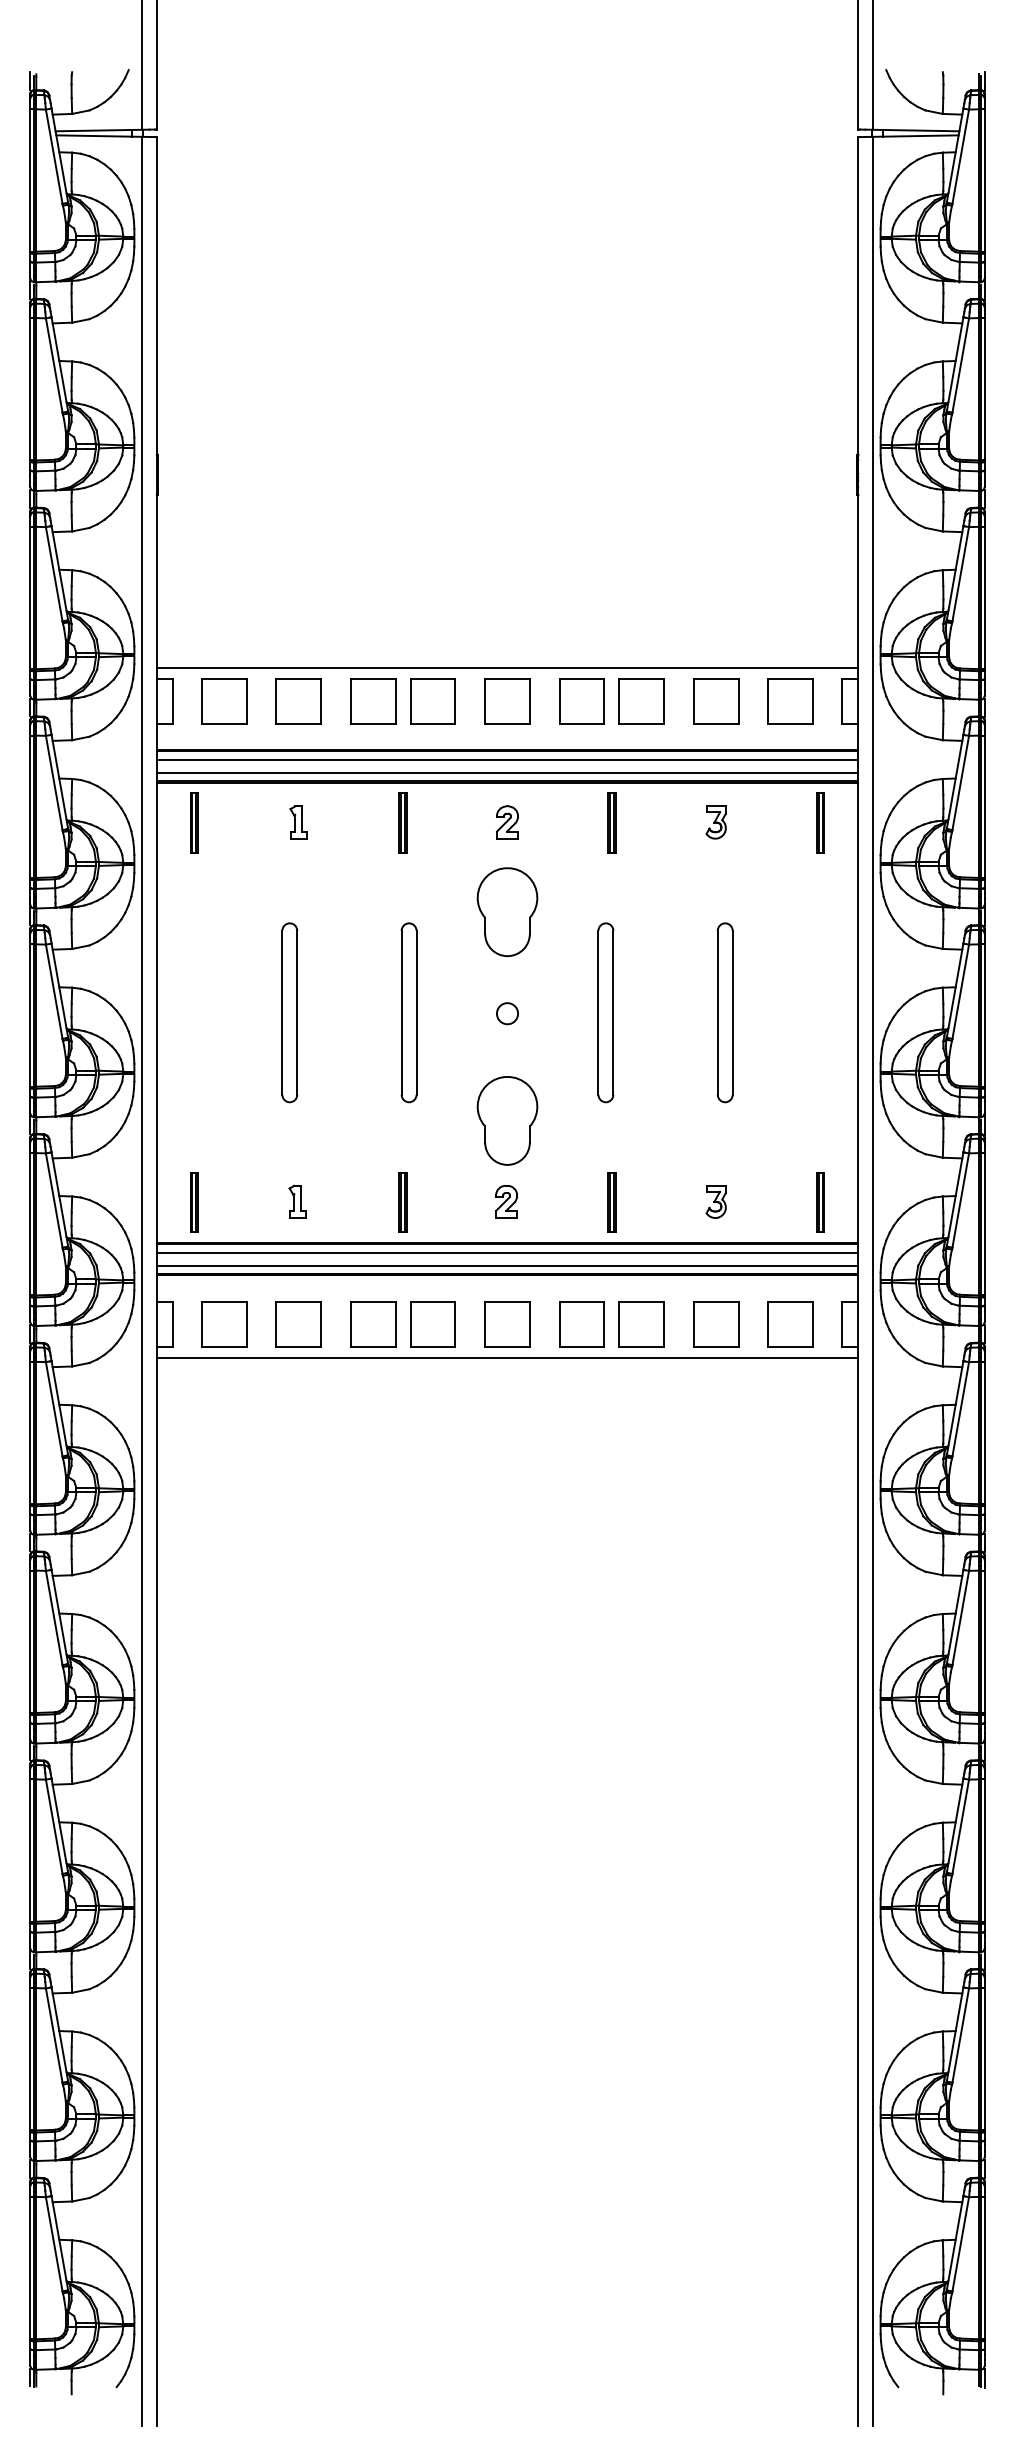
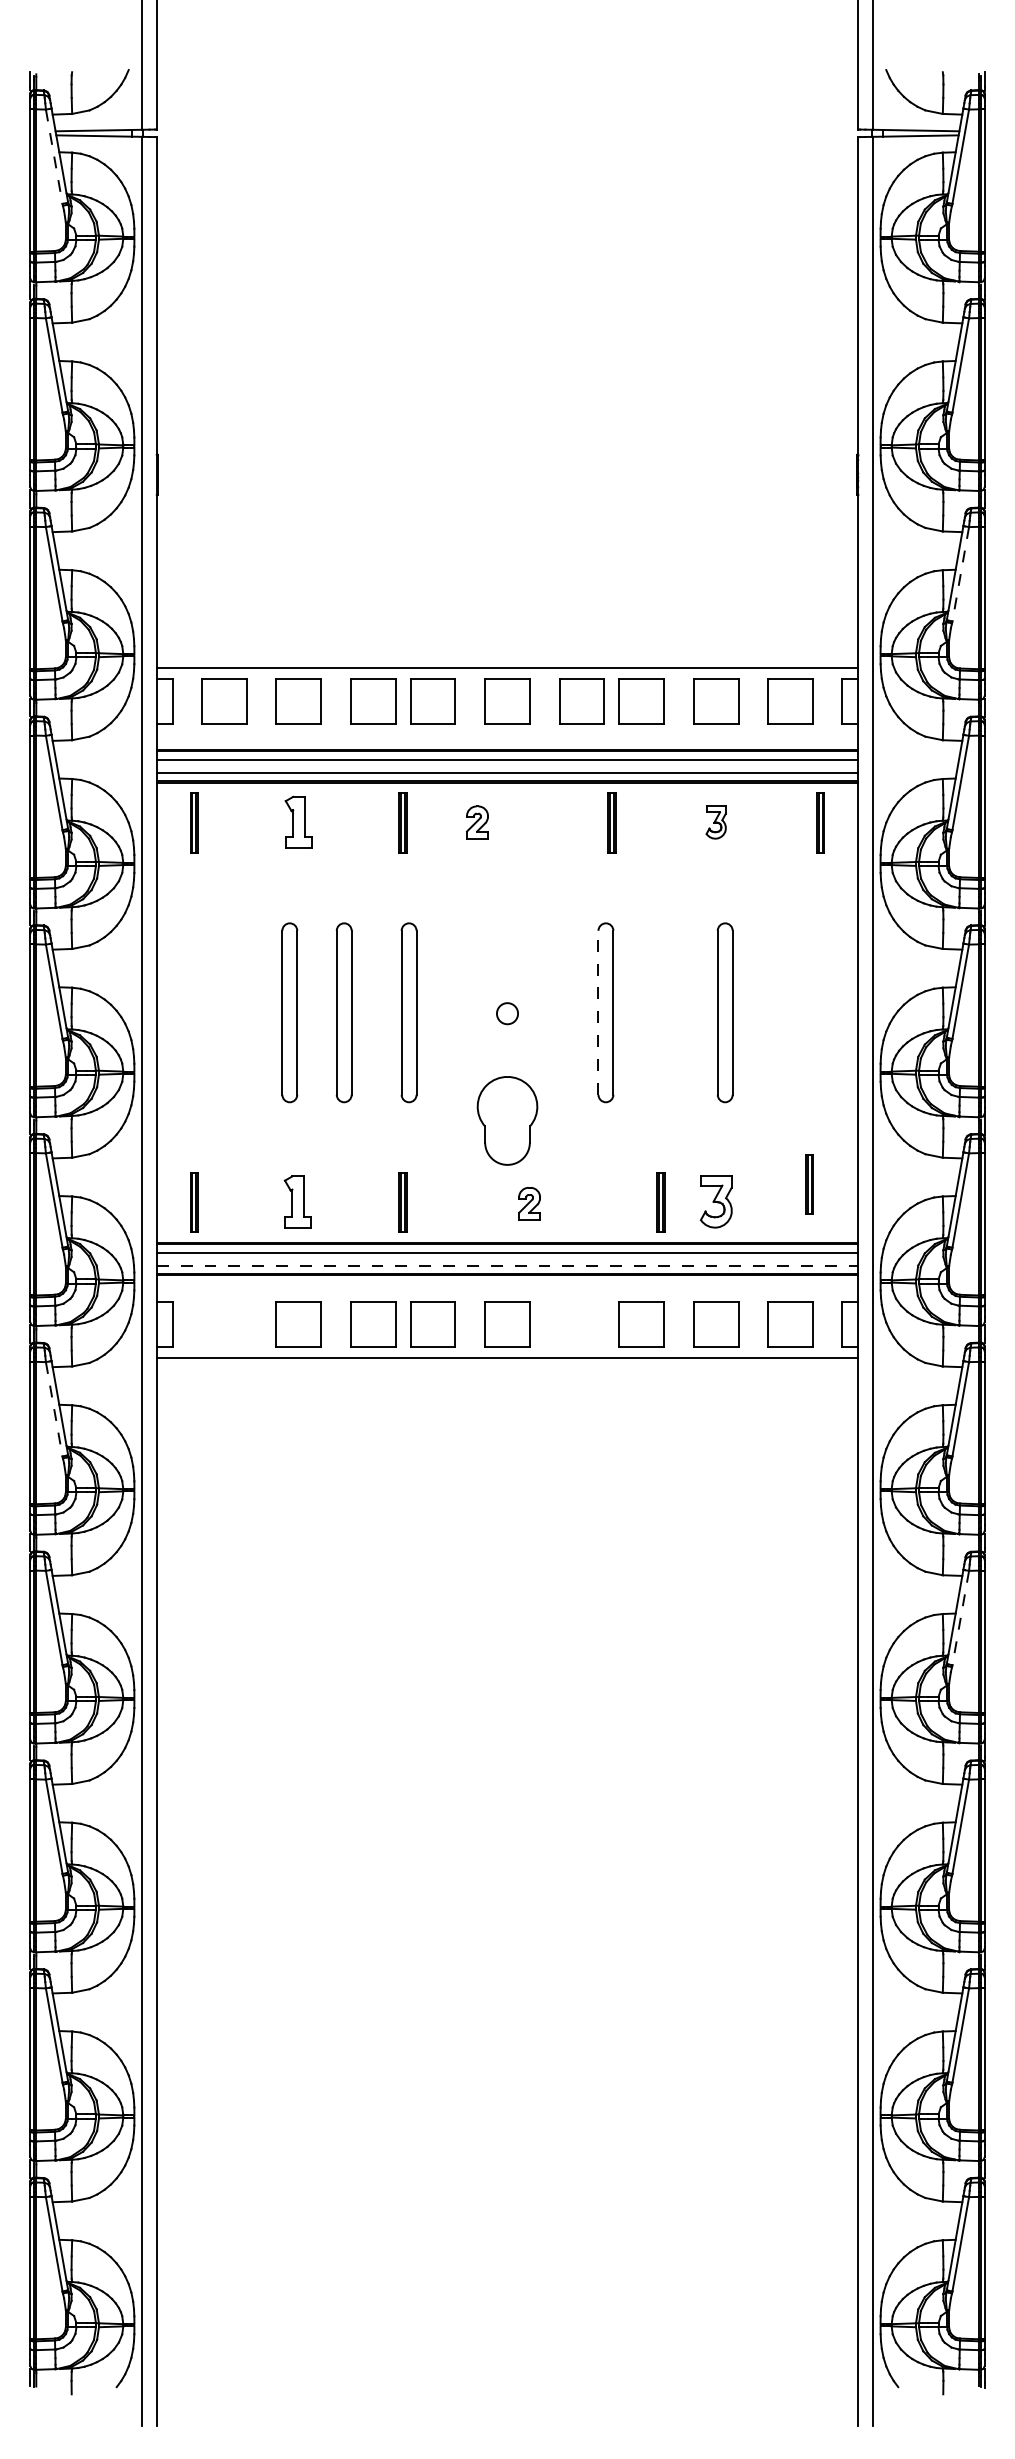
line at (54, 156): solid -> dashed
line at (960, 574): solid -> dashed
part at (298, 822) size: 19x35 px -> 29x54 px
part at (507, 822) position: (507, 822) -> (477, 822)
part at (507, 911): present -> none
part at (343, 1012): none -> present
line at (598, 1012): solid -> dashed
part at (297, 1201) size: 19x35 px -> 29x54 px
part at (506, 1201) position: (506, 1201) -> (529, 1203)
part at (715, 1201) size: 22x34 px -> 34x54 px
part at (611, 1202) position: (611, 1202) -> (660, 1202)
part at (820, 1202) position: (820, 1202) -> (809, 1184)
line at (507, 1266): solid -> dashed
part at (224, 1324): present -> none
part at (581, 1324): present -> none
line at (54, 1409): solid -> dashed
line at (960, 1618): solid -> dashed
